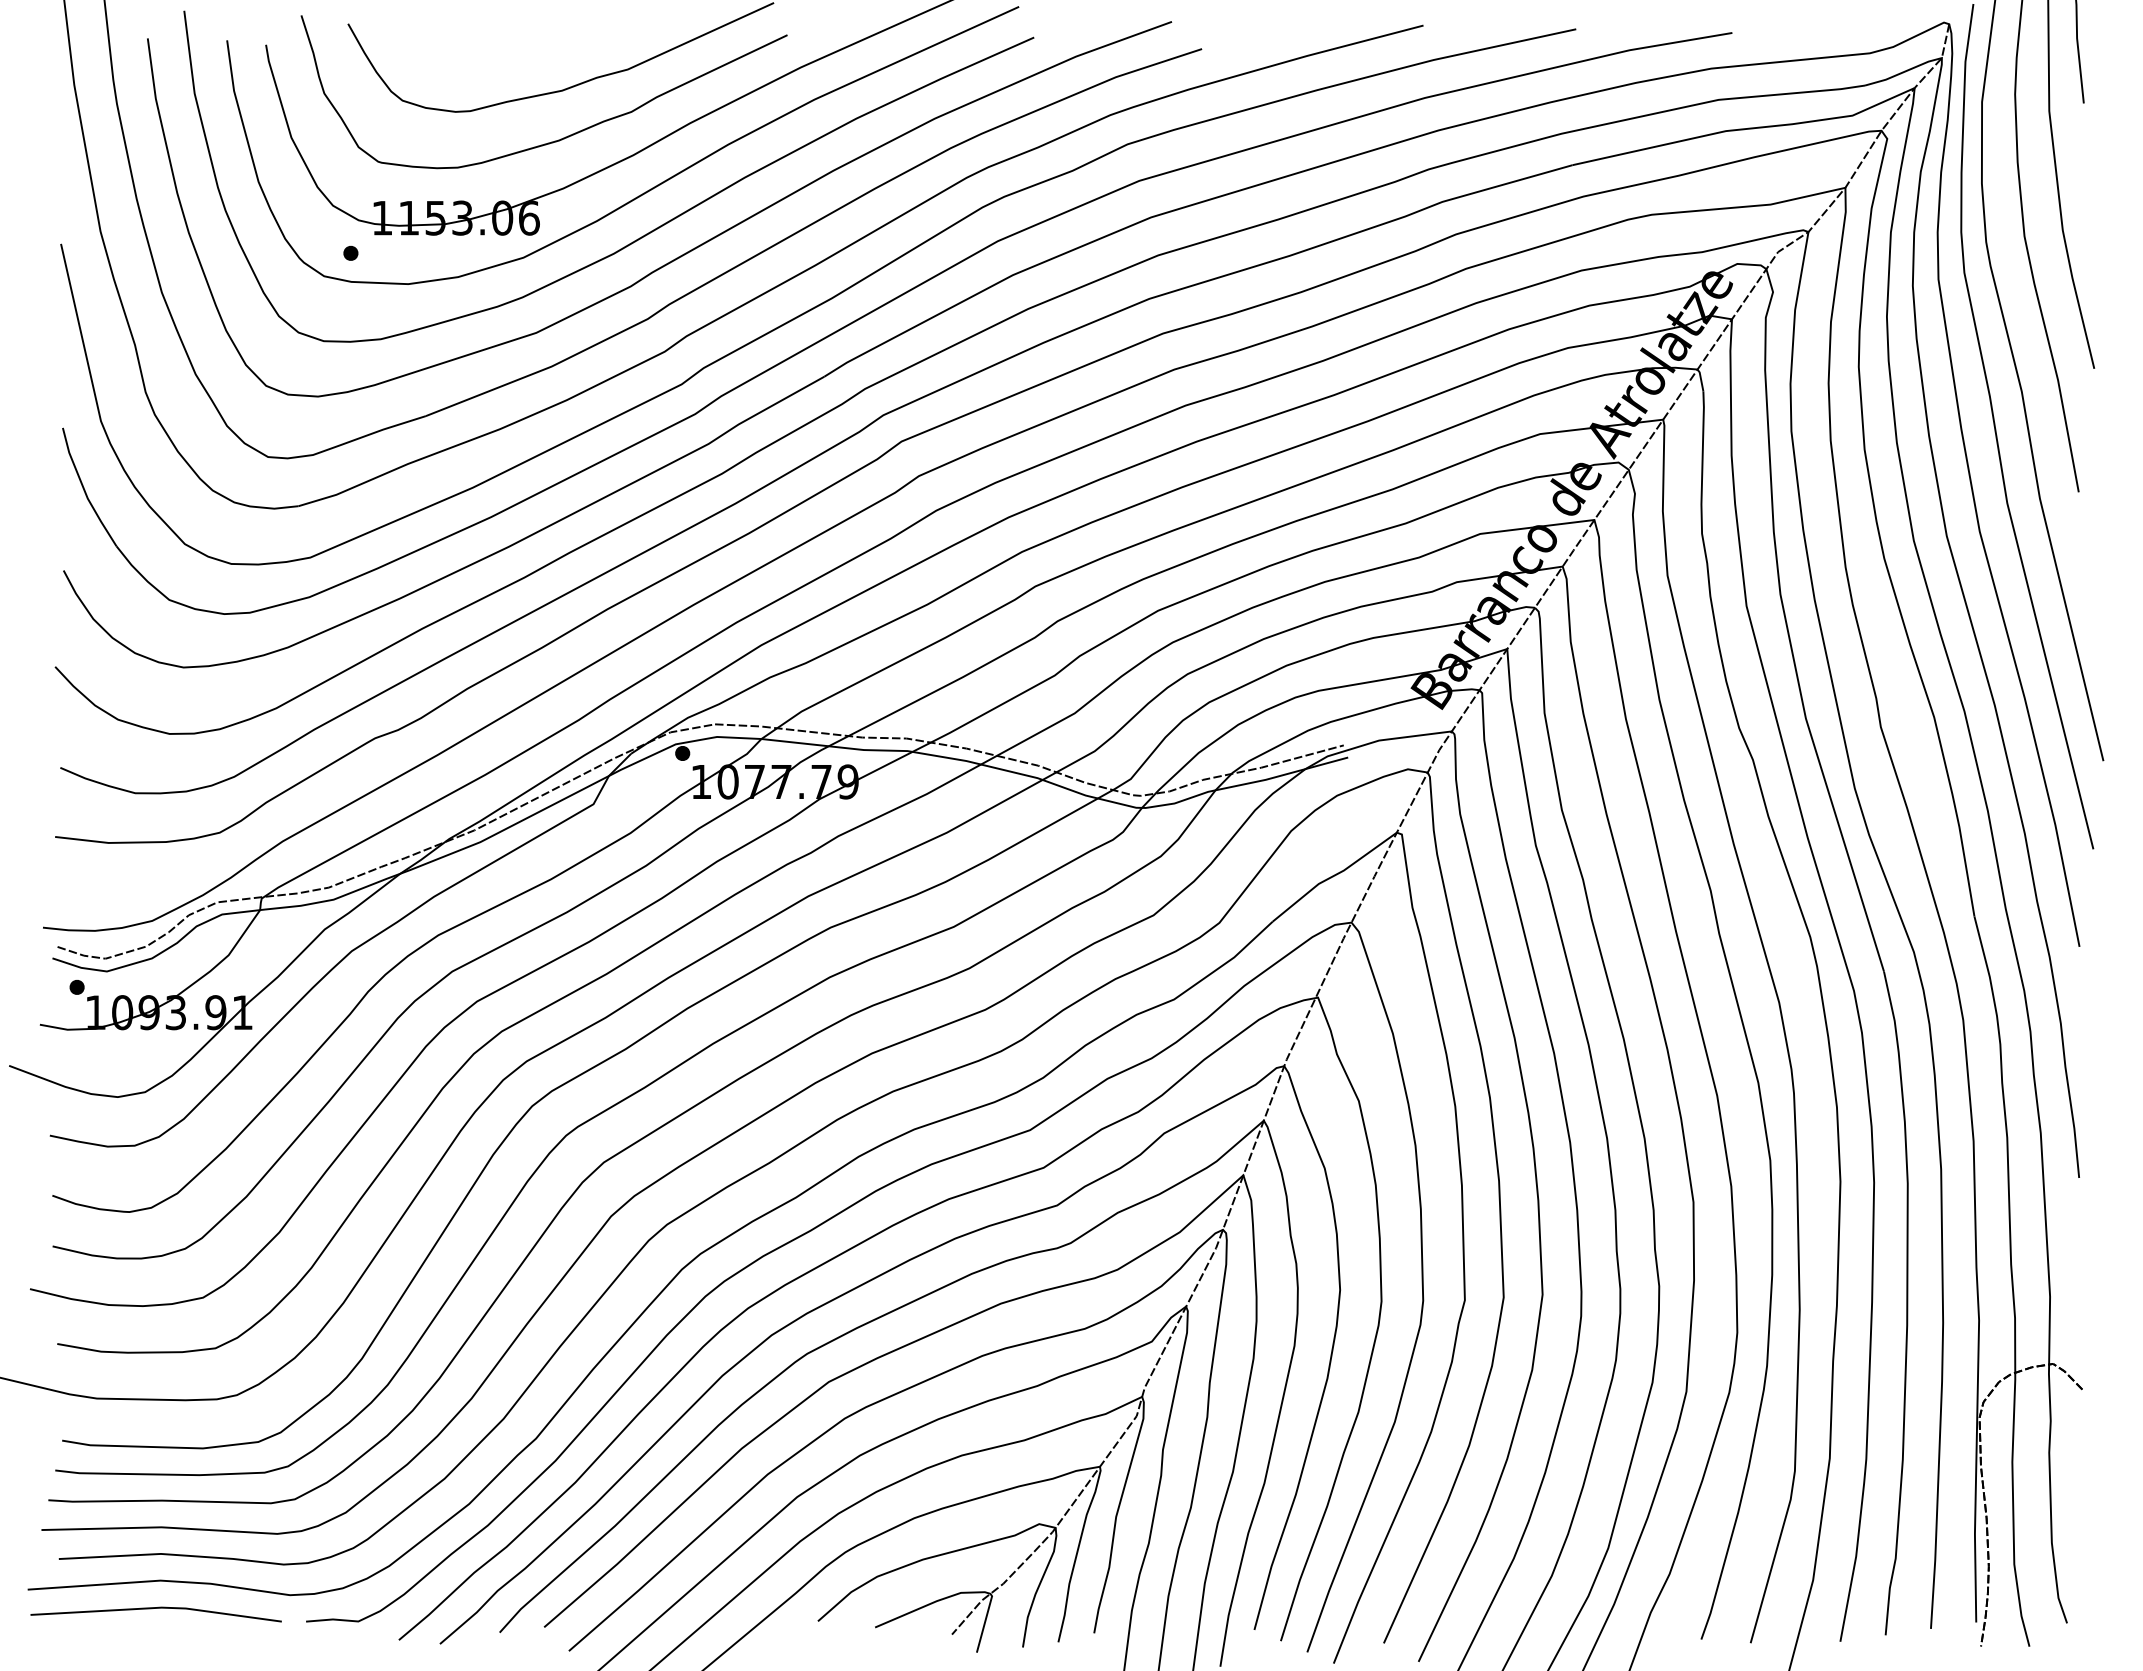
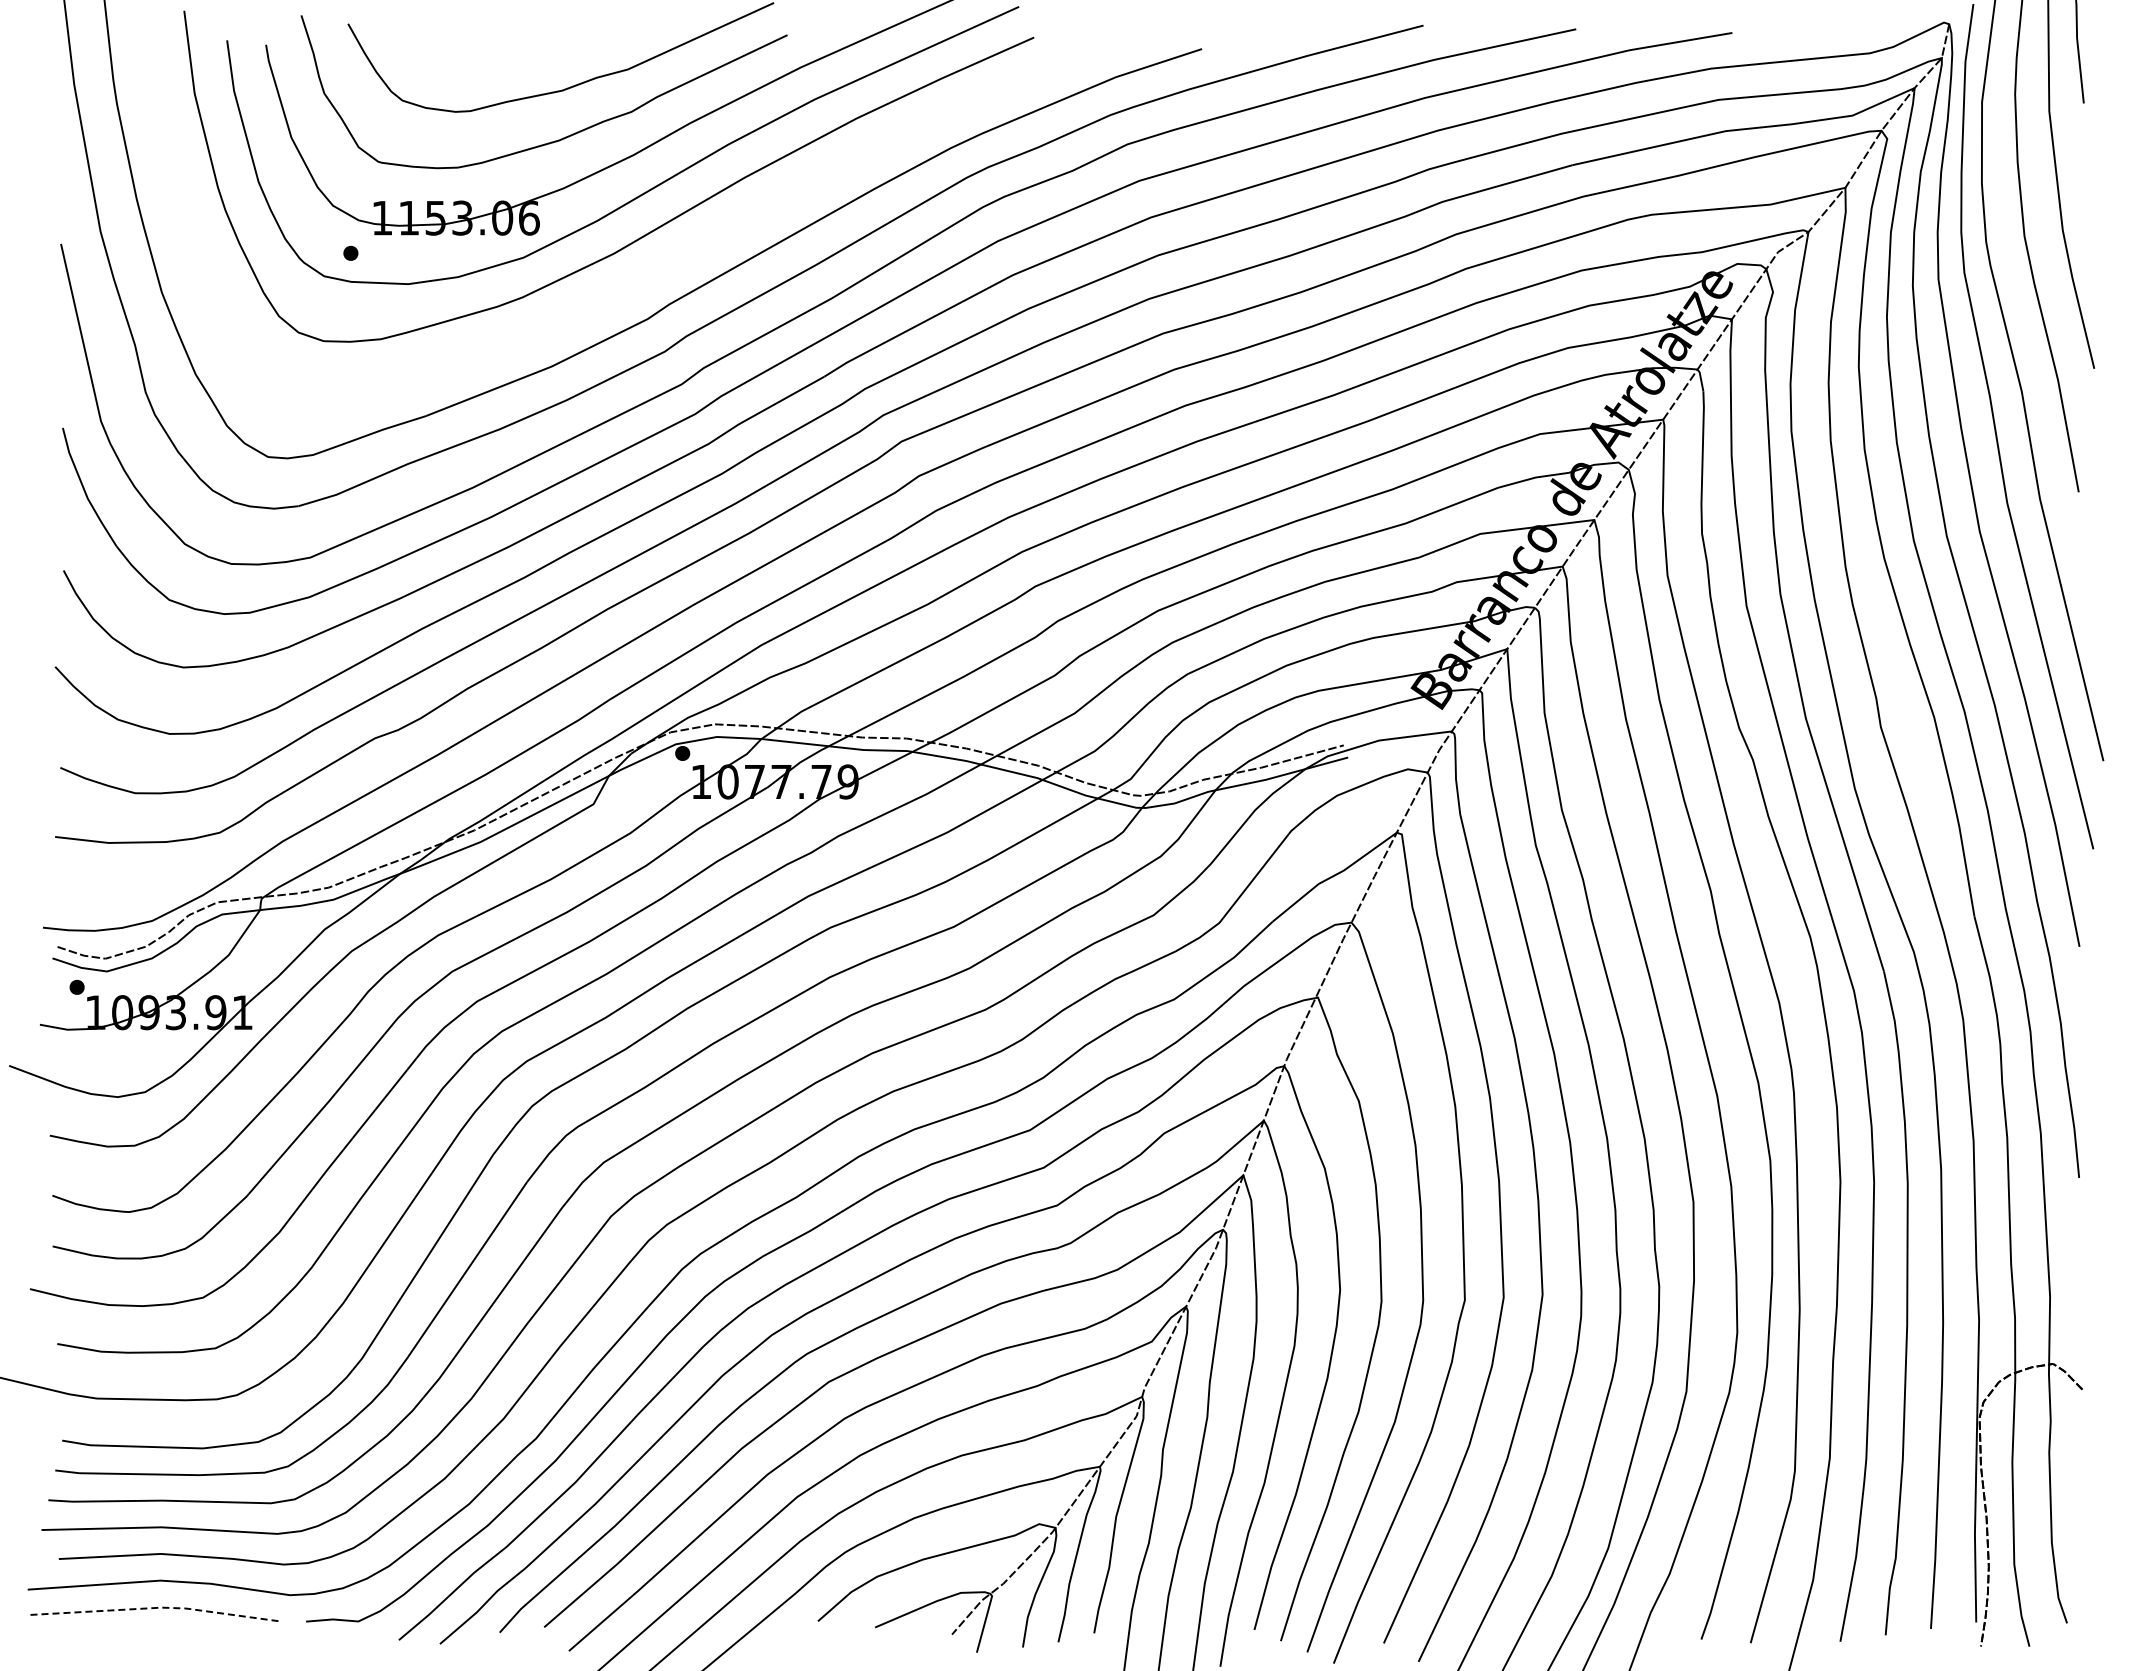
curve at (683, 253): present -> none
line at (157, 1607): solid -> dashed
